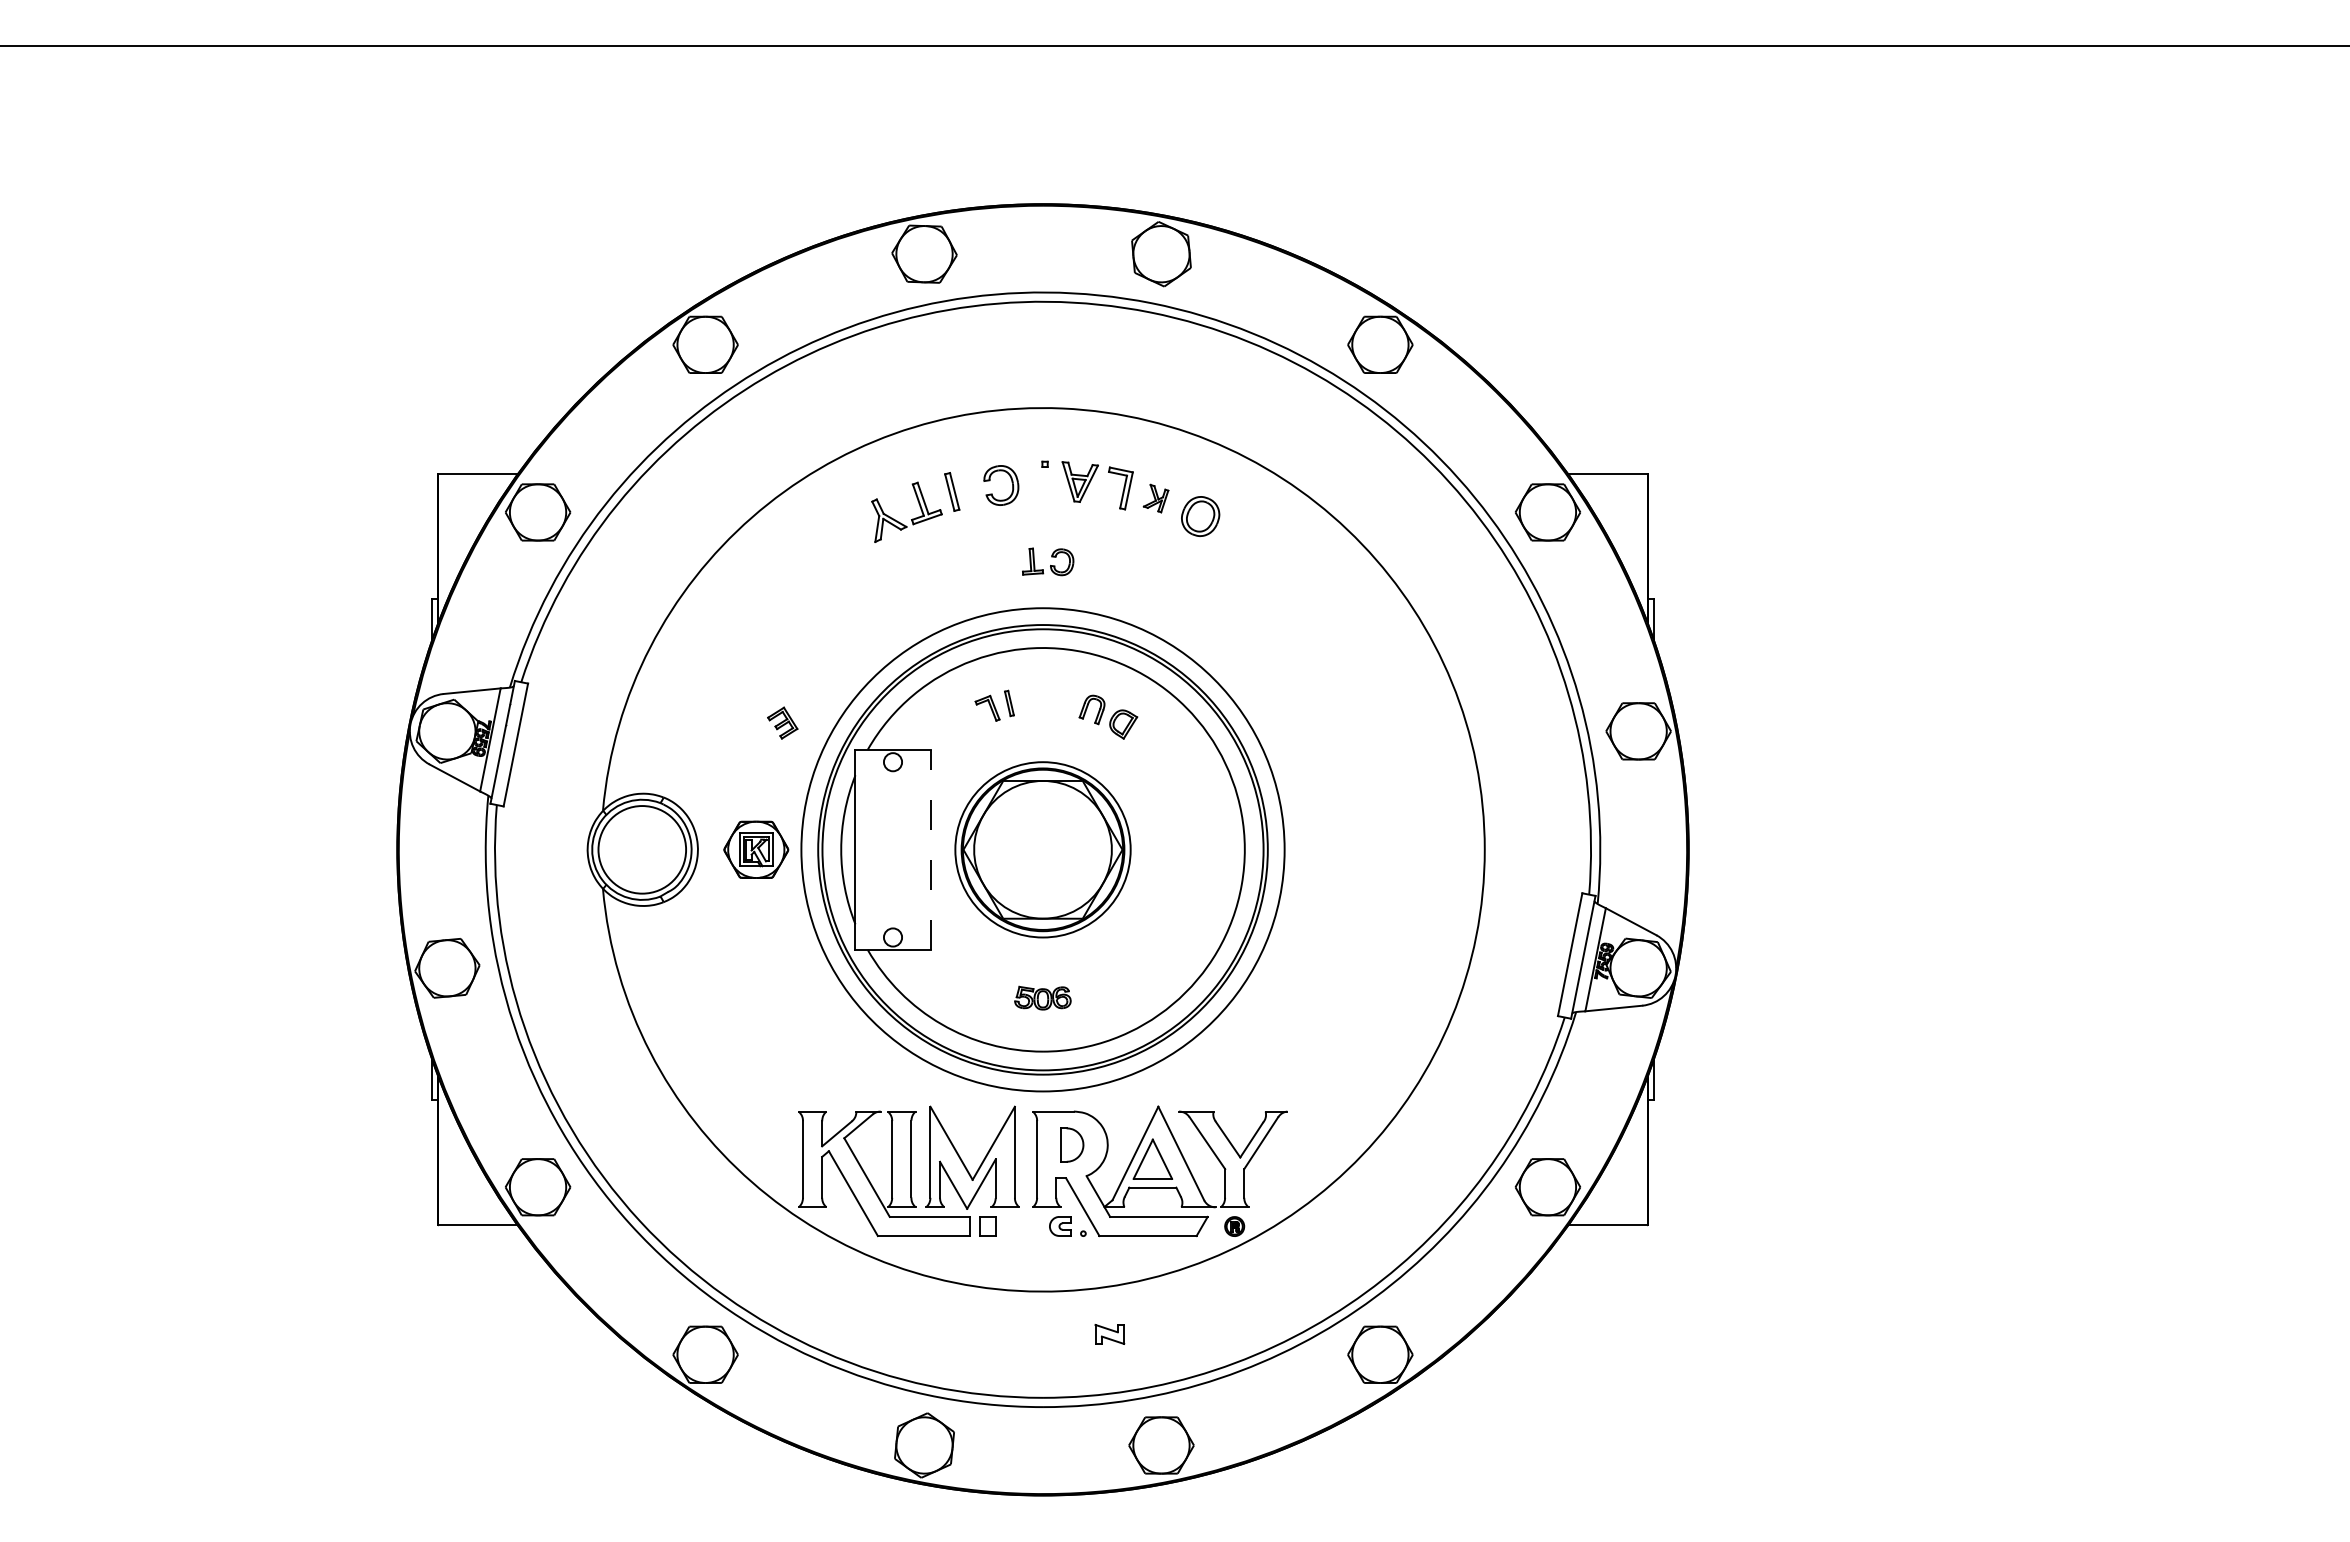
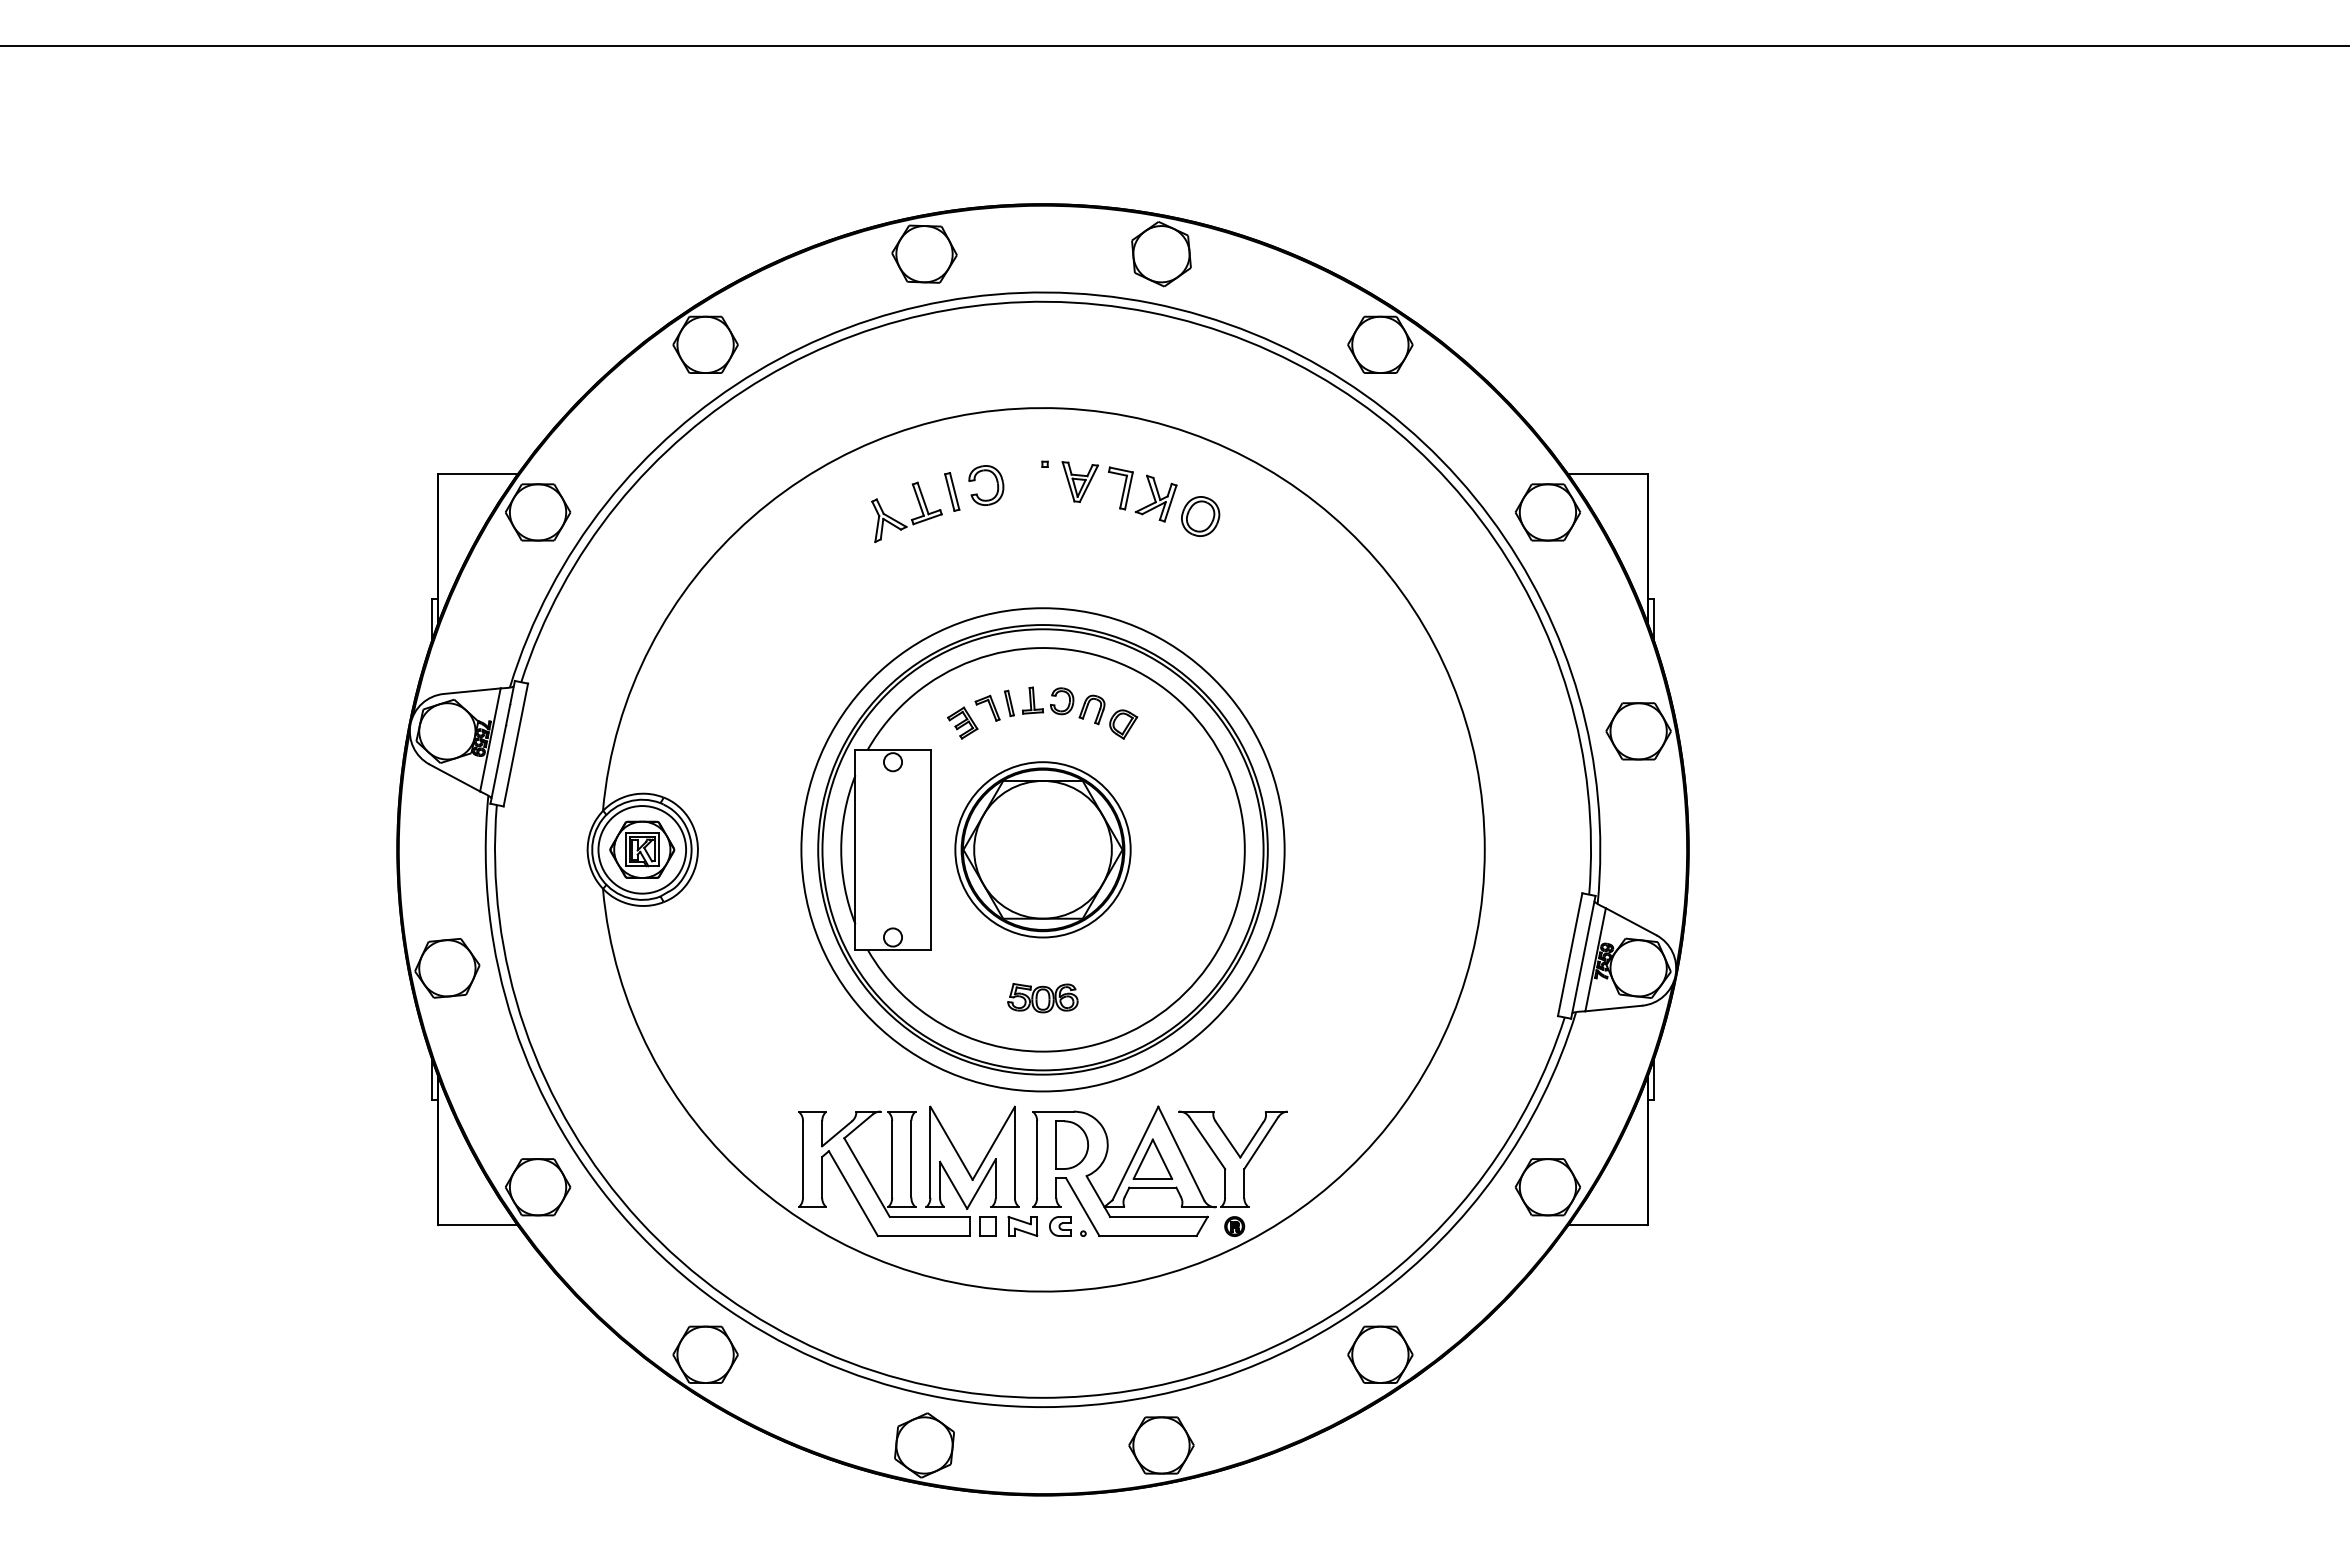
part at (1011, 482) position: (1011, 482) -> (996, 482)
part at (1155, 498) size: 28x31 px -> 44x49 px
part at (1048, 561) position: (1048, 561) -> (1048, 700)
part at (782, 722) position: (782, 722) -> (962, 722)
part at (756, 849) position: (756, 849) -> (642, 849)
line at (930, 849): dashed -> solid
part at (1042, 997) size: 58x26 px -> 72x31 px
part at (1072, 1144) size: 25x36 px -> 35x50 px
part at (1109, 1334) position: (1109, 1334) -> (1022, 1226)
